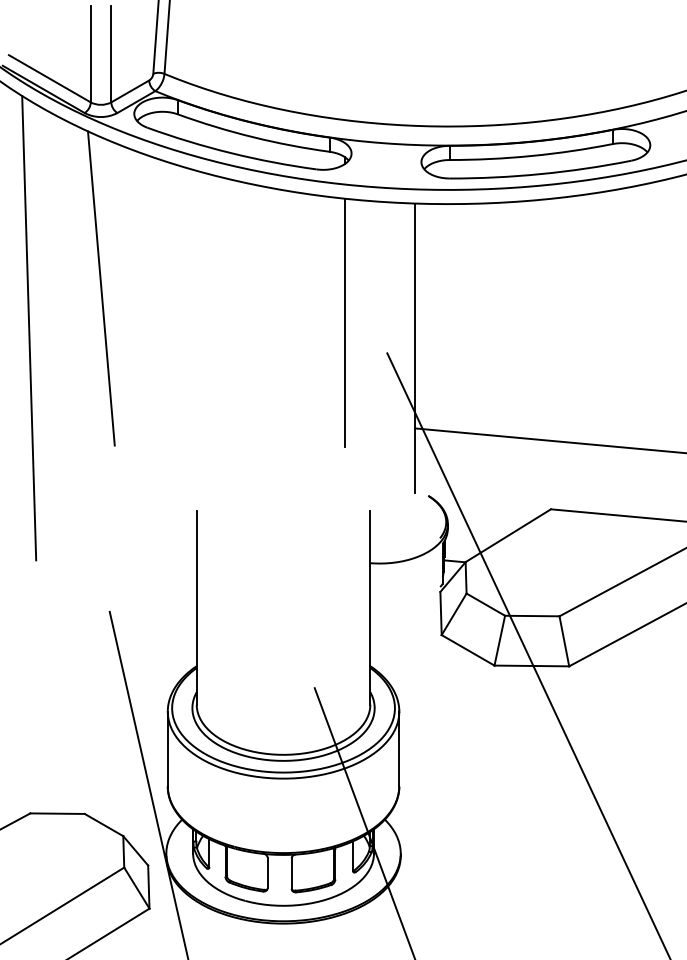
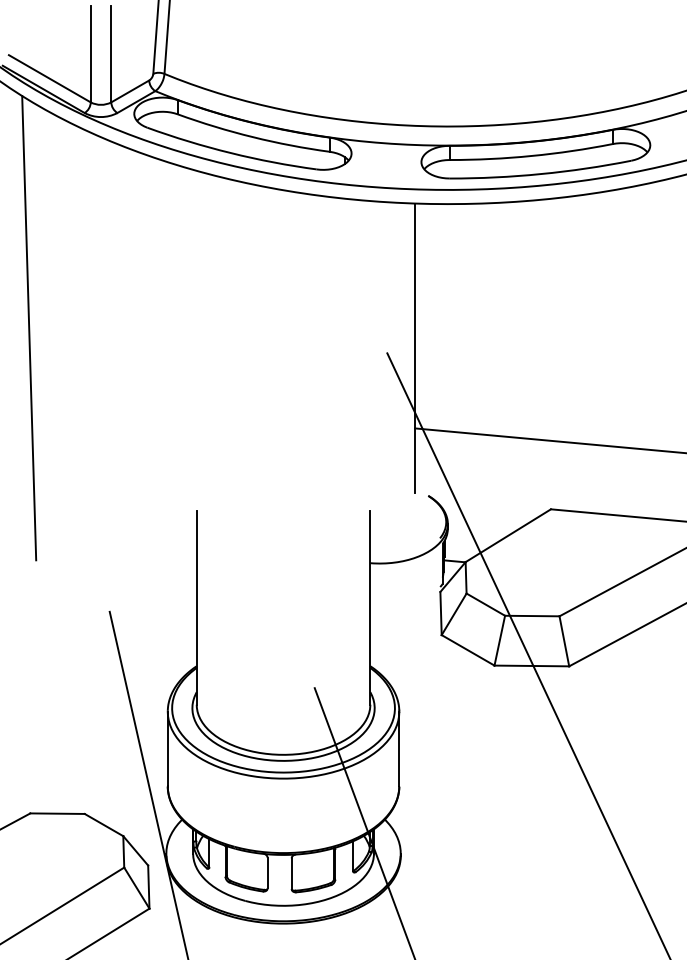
line at (101, 288): present -> none
line at (344, 322): present -> none
